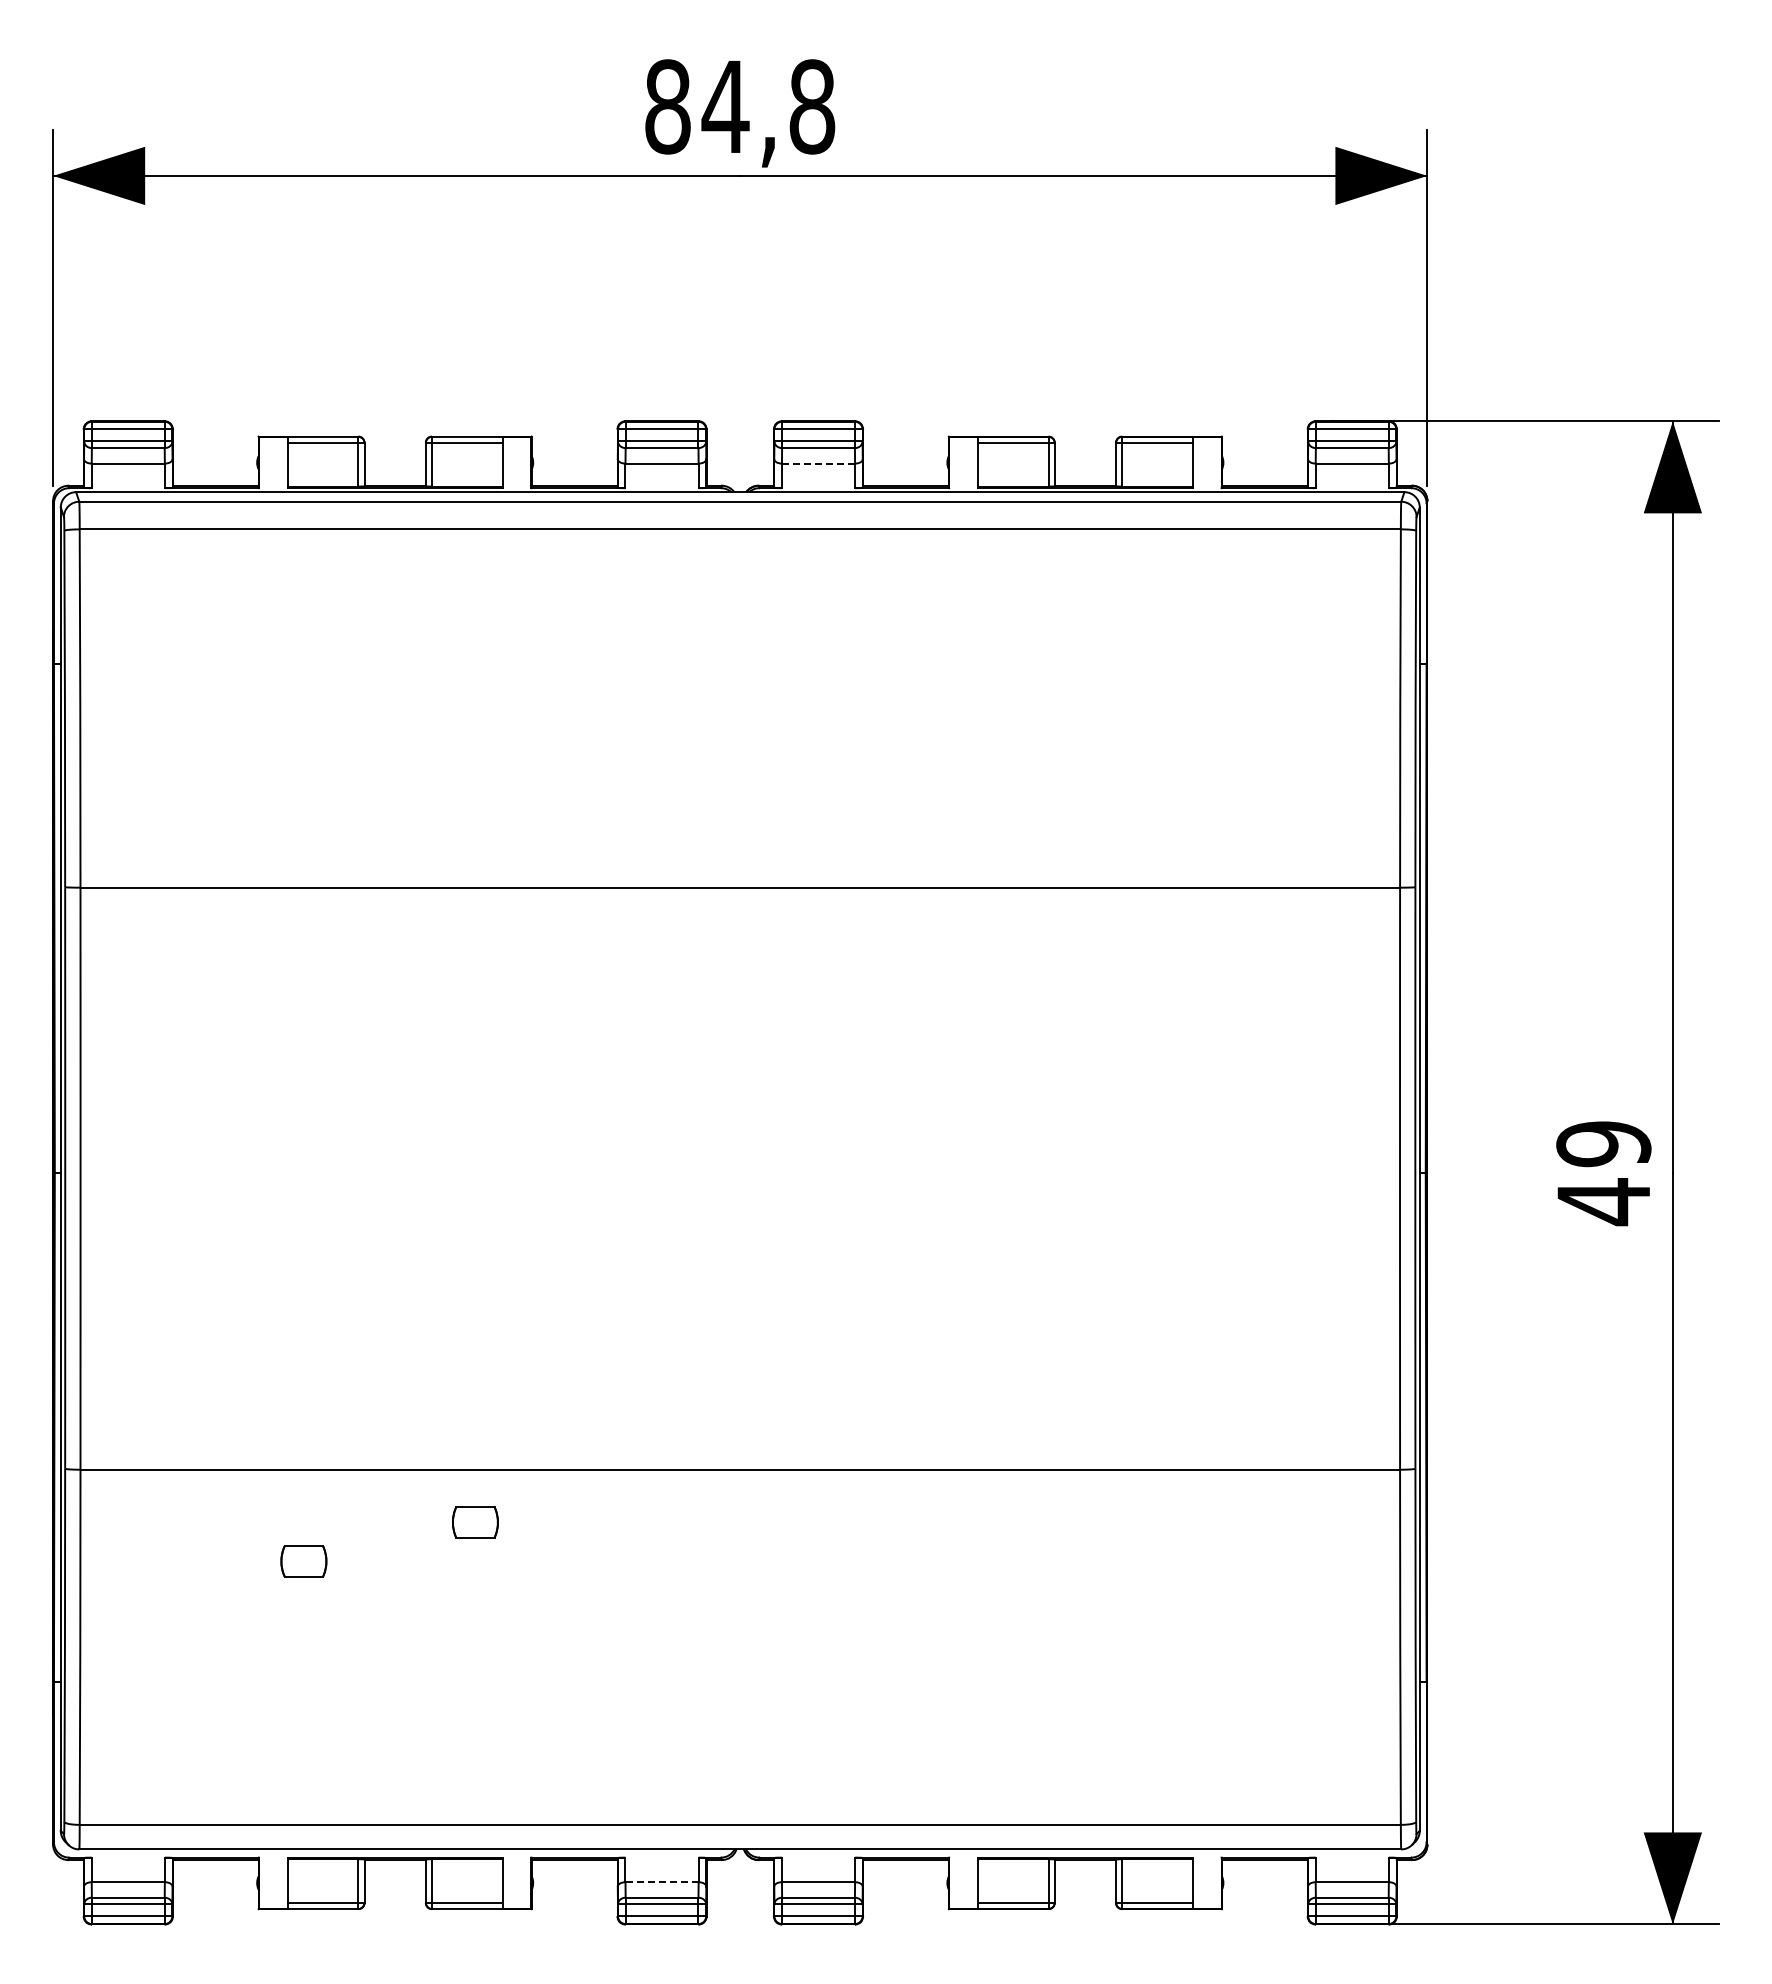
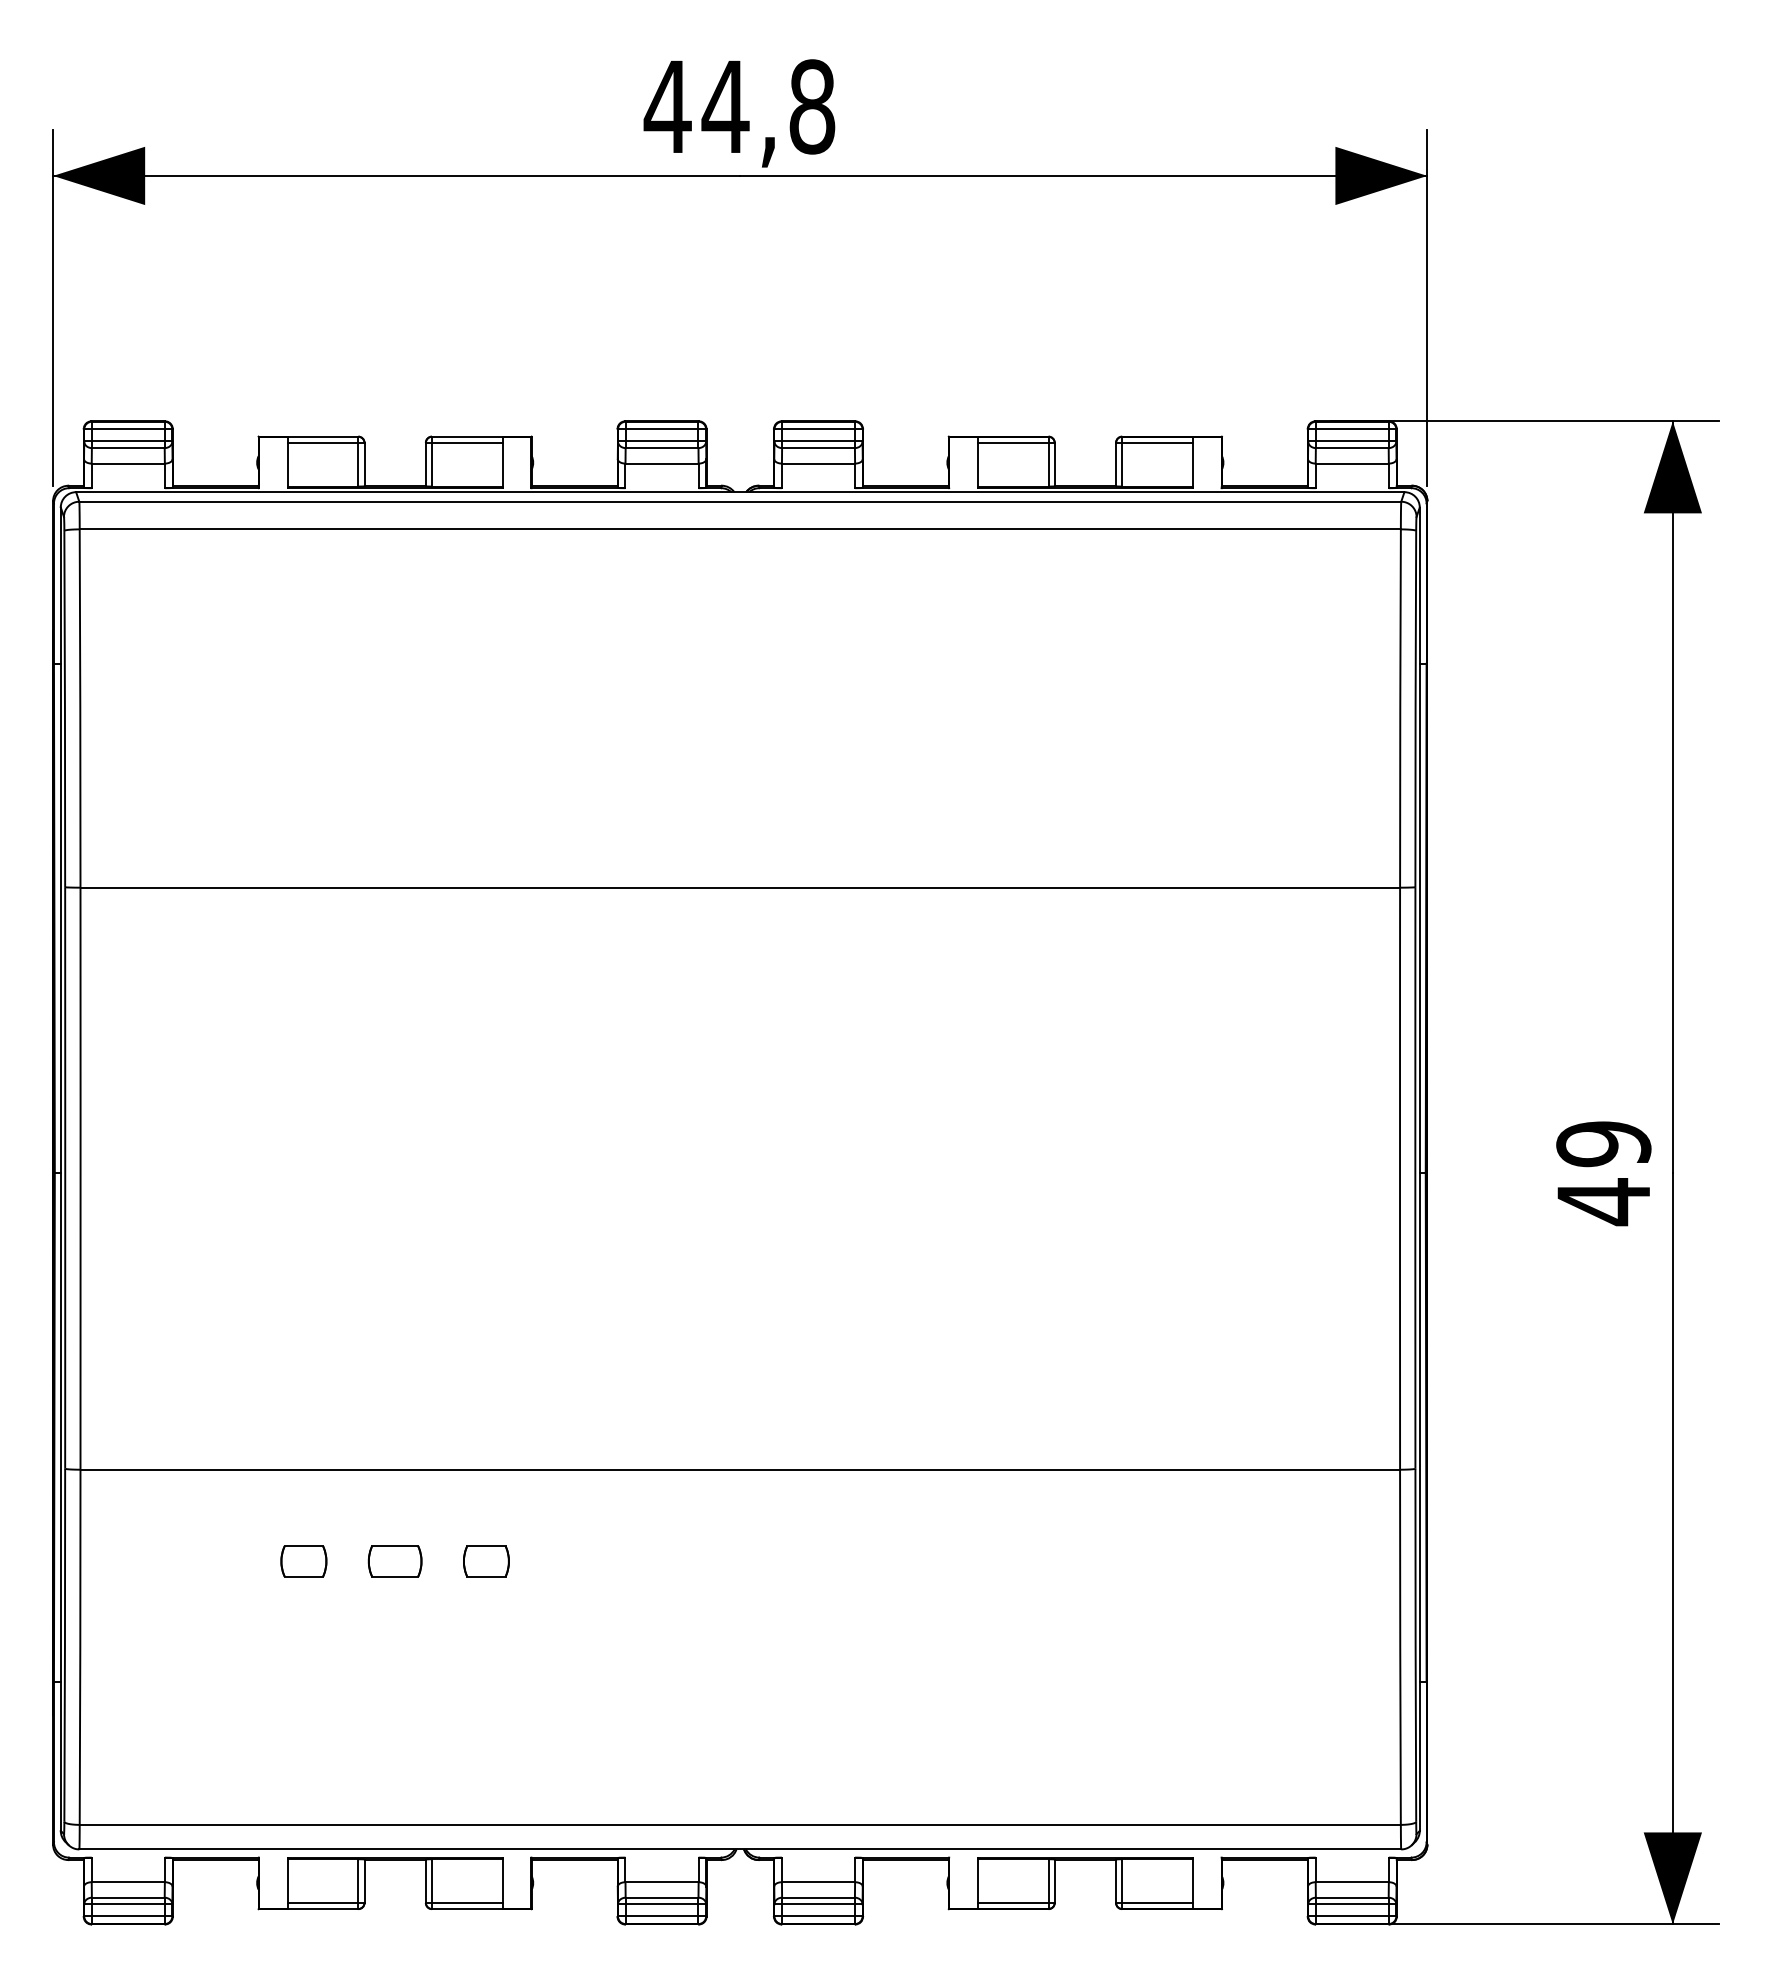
text at (667, 106): 84,8 -> 44,8
line at (818, 463): dashed -> solid
part at (475, 1522) position: (475, 1522) -> (486, 1561)
part at (394, 1561): none -> present
line at (662, 1882): dashed -> solid
